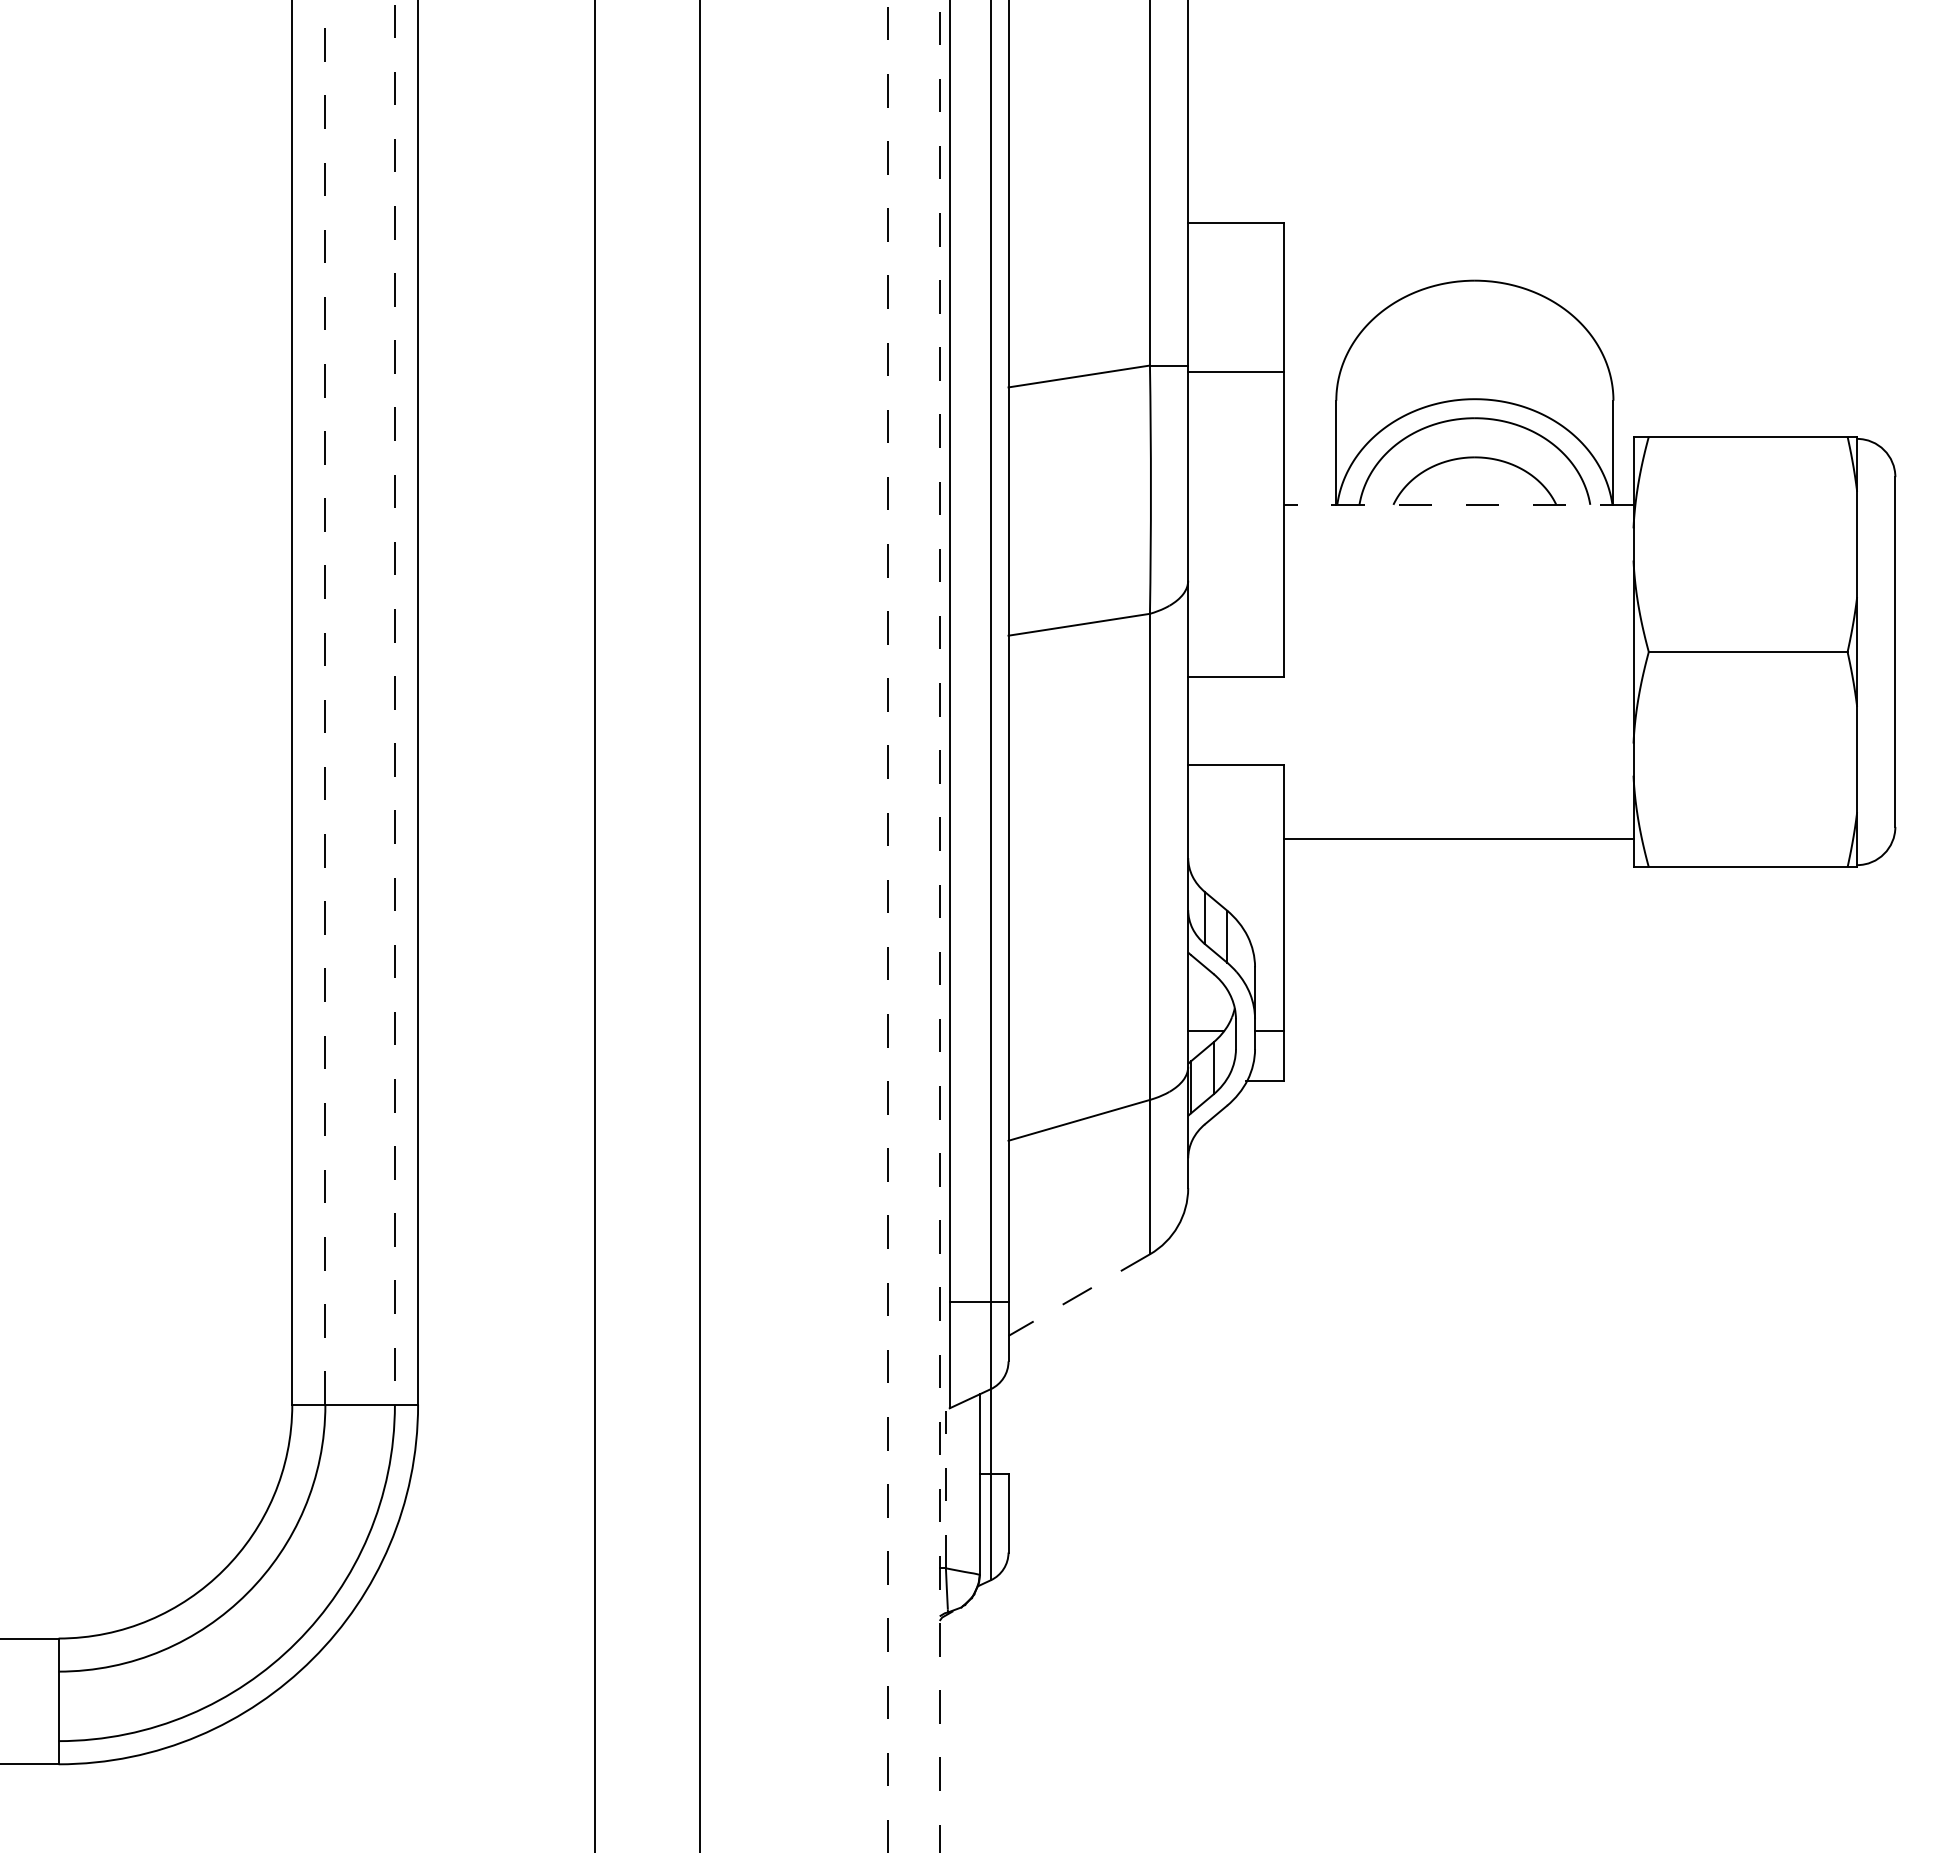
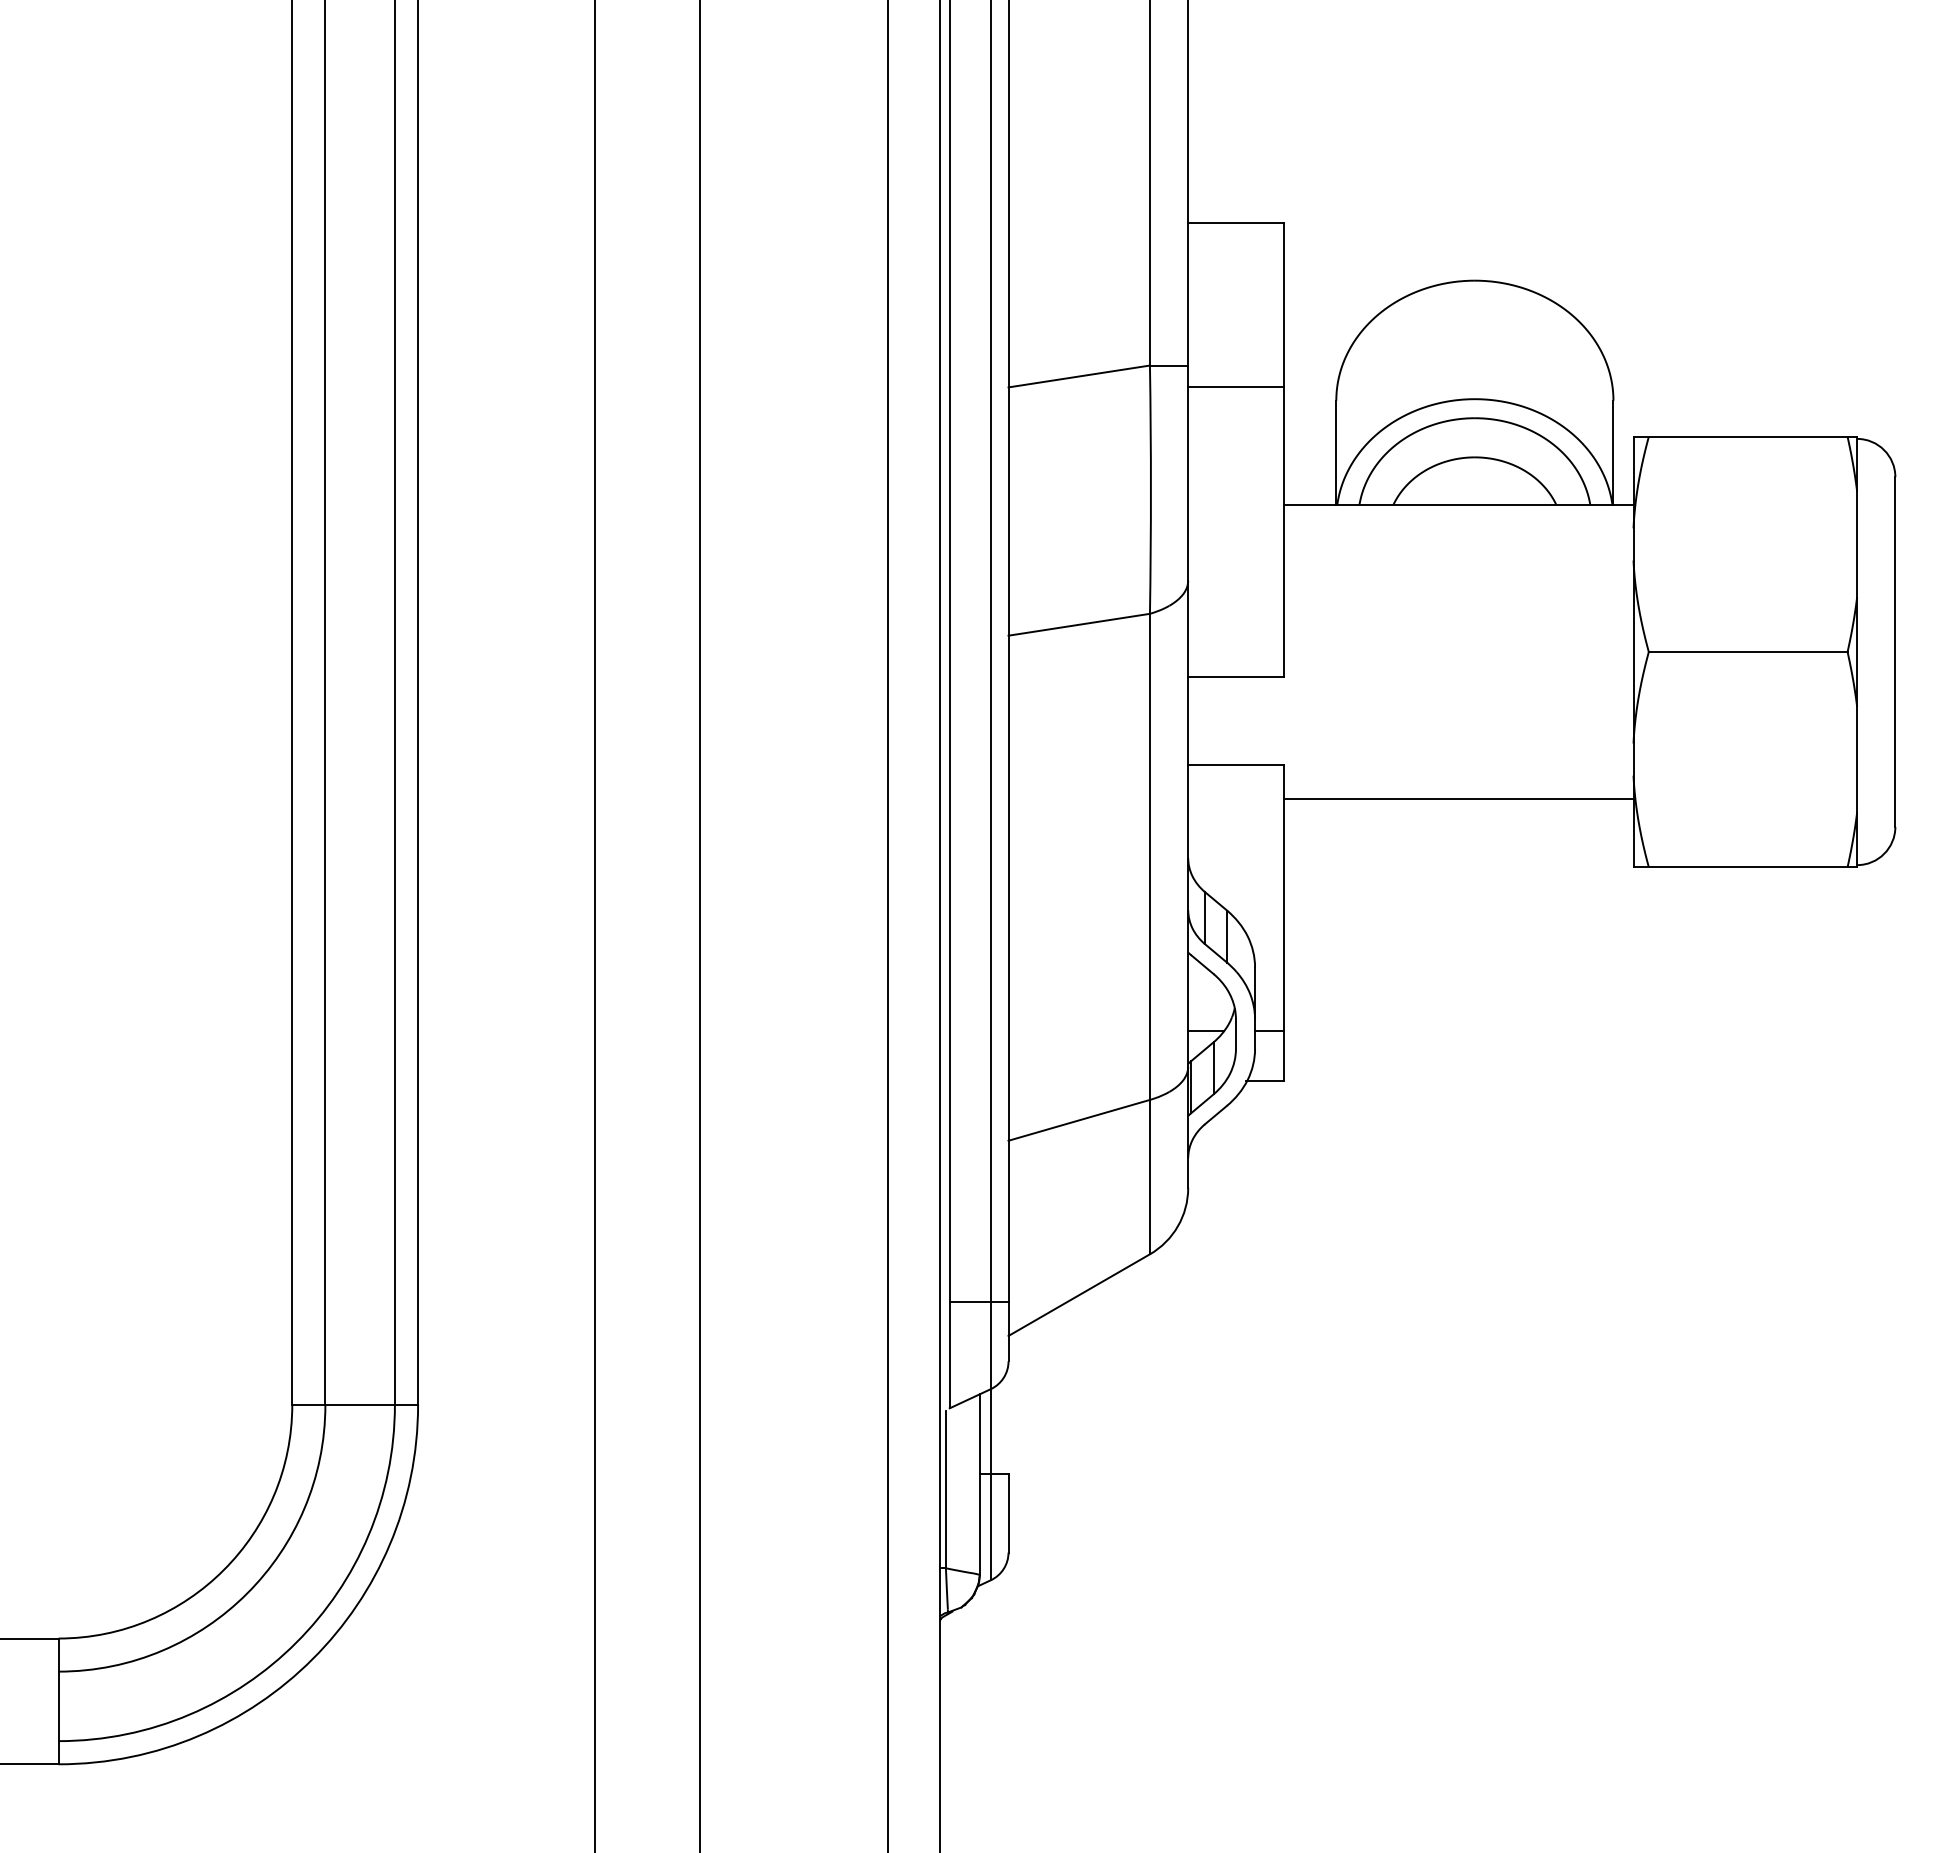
line at (1235, 372) position: (1235, 372) -> (1235, 387)
line at (1458, 504): dashed -> solid
line at (325, 702): dashed -> solid
line at (394, 702): dashed -> solid
line at (1458, 839) position: (1458, 839) -> (1458, 799)
line at (939, 925): dashed -> solid
line at (887, 927): dashed -> solid
line at (1079, 1295): dashed -> solid
line at (945, 1489): dashed -> solid
